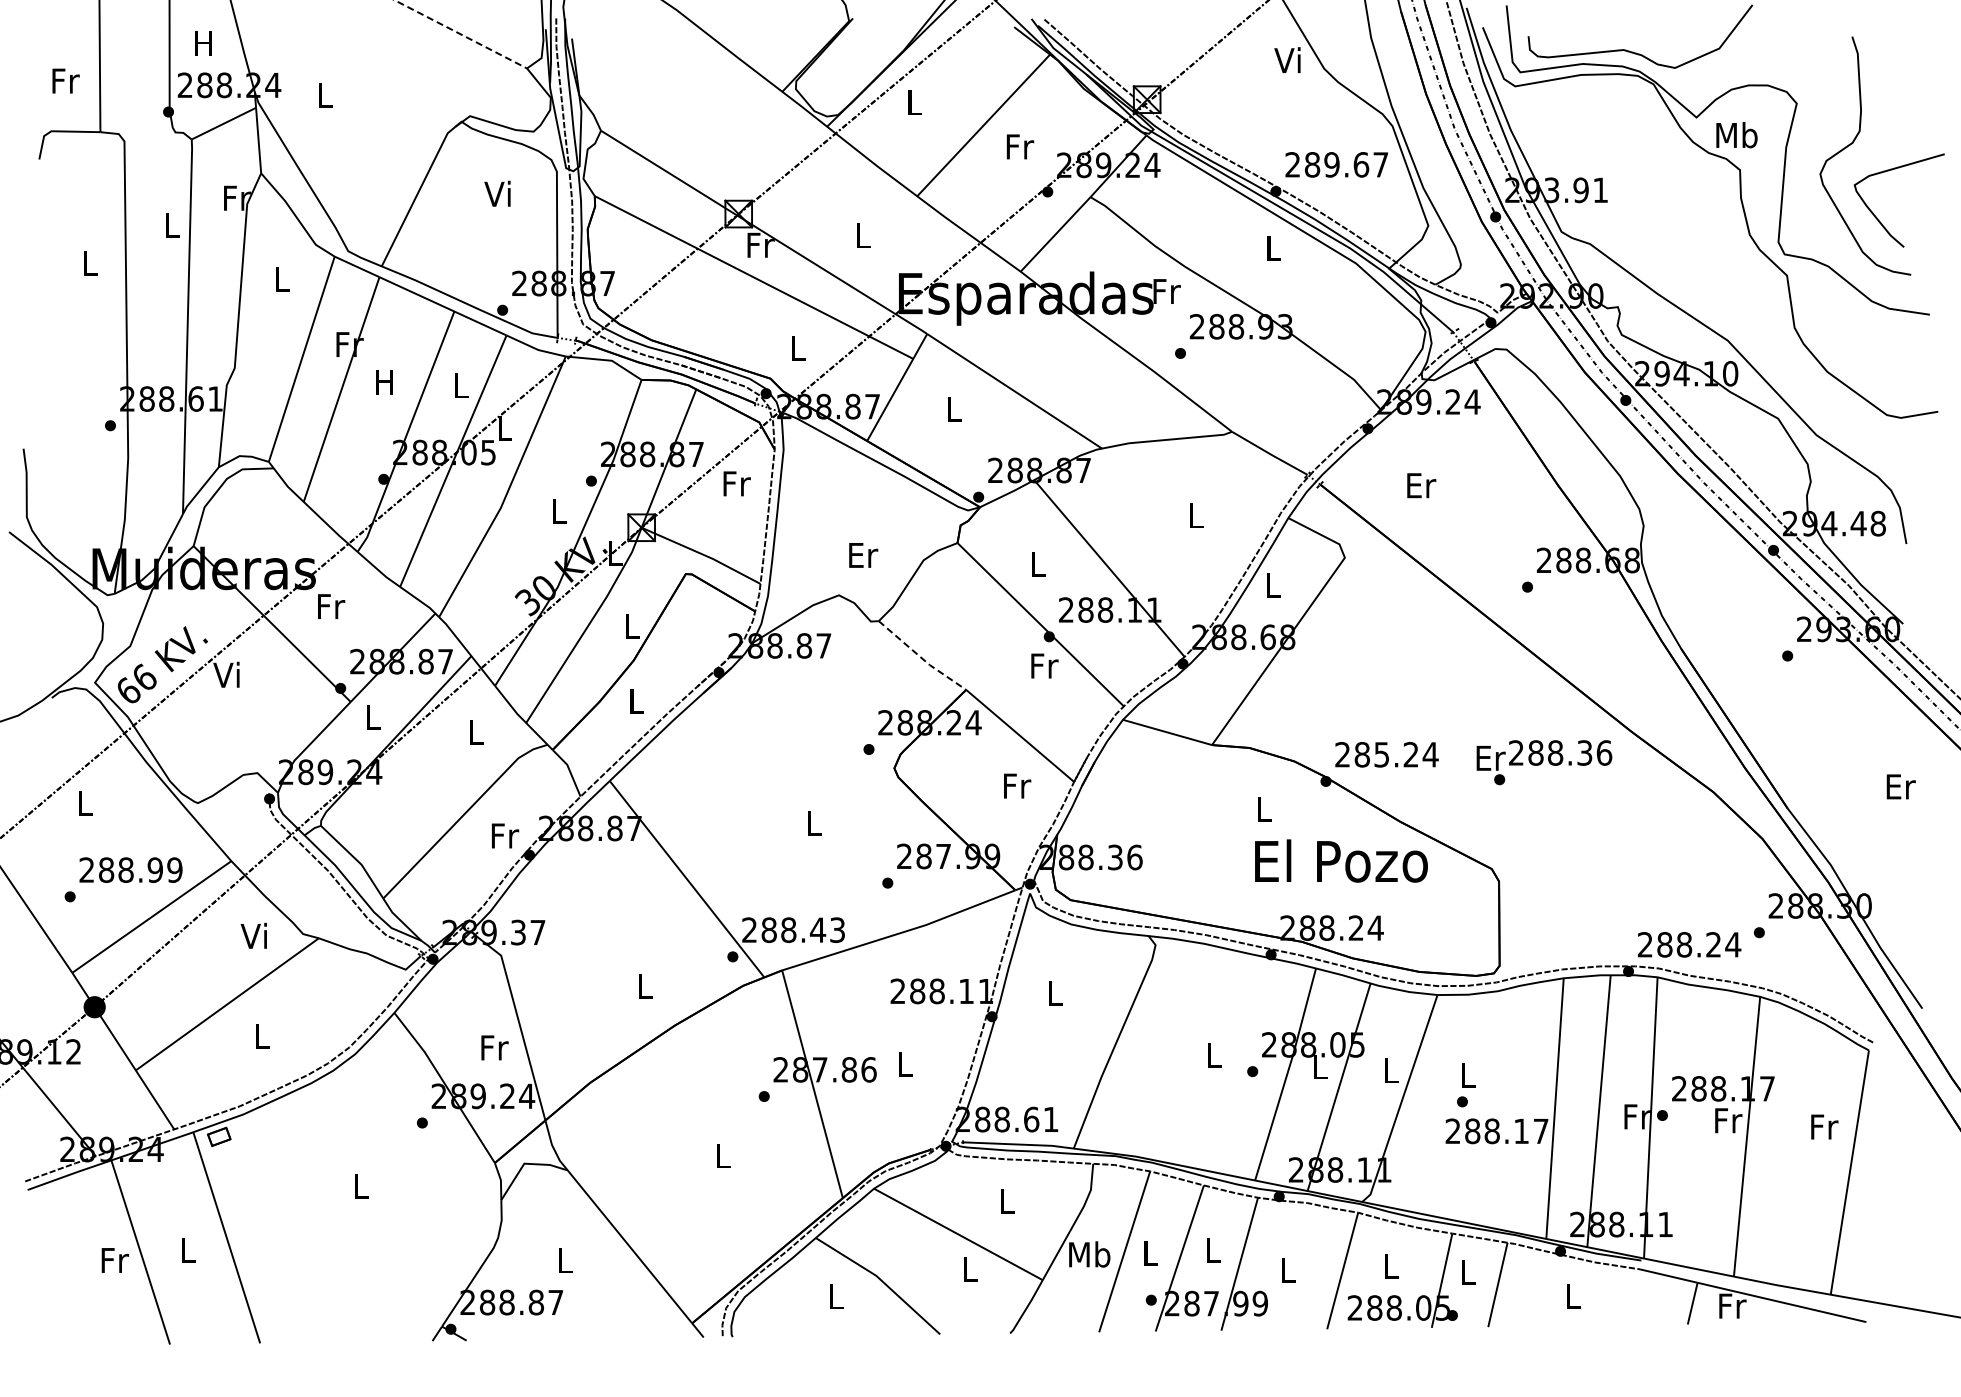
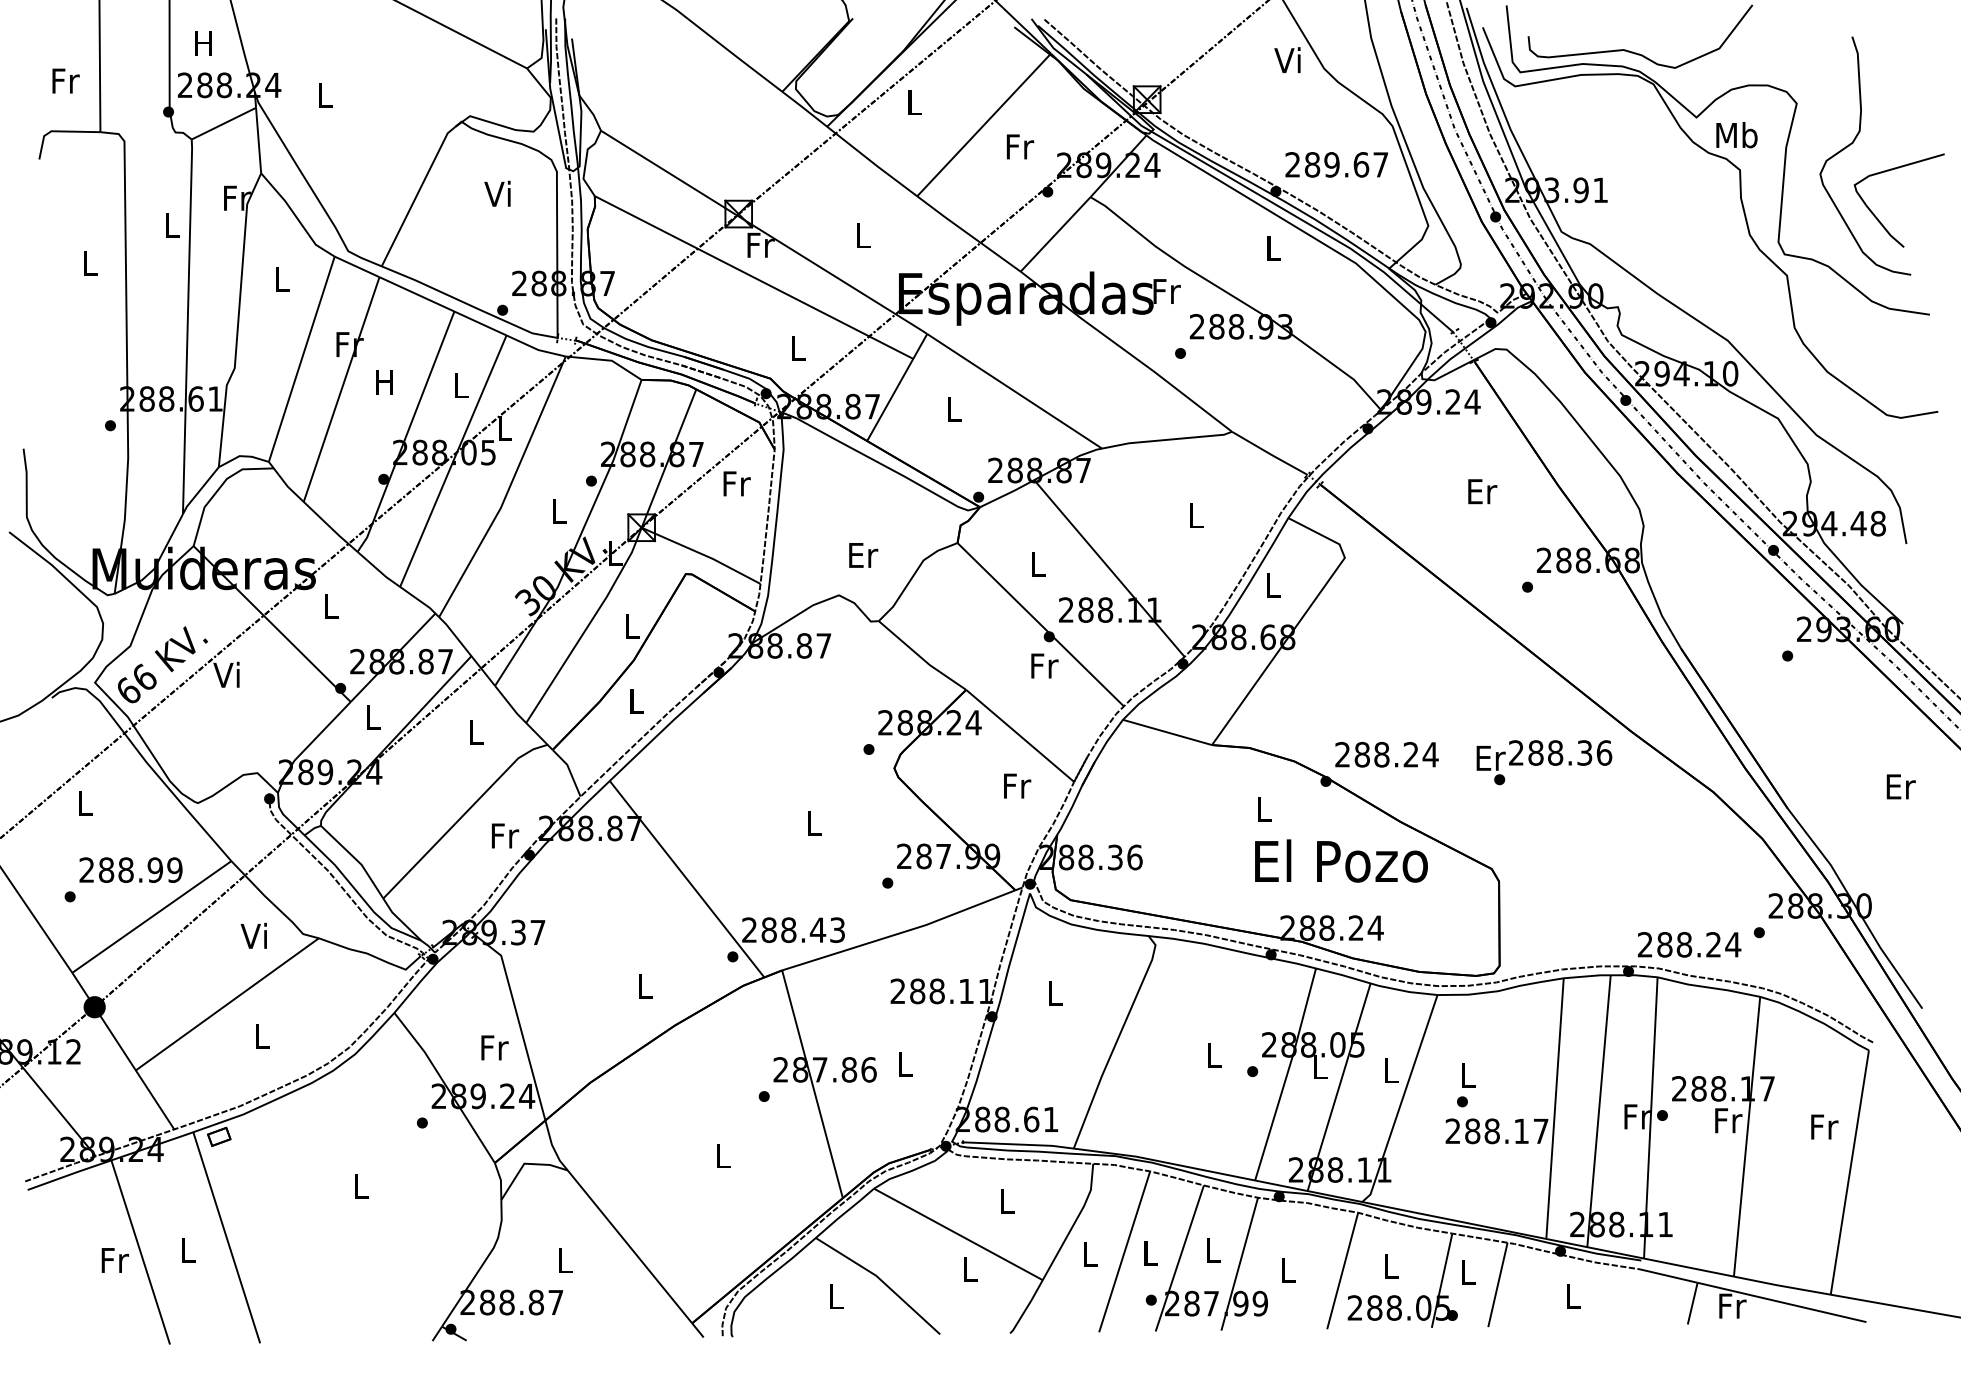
line at (461, 34): dashed -> solid
text at (1421, 485) position: (1421, 485) -> (1482, 491)
text at (331, 606): Fr -> L
line at (921, 658): dashed -> solid
text at (1381, 754): 285.24 -> 288.24
text at (1089, 1254): Mb -> L
